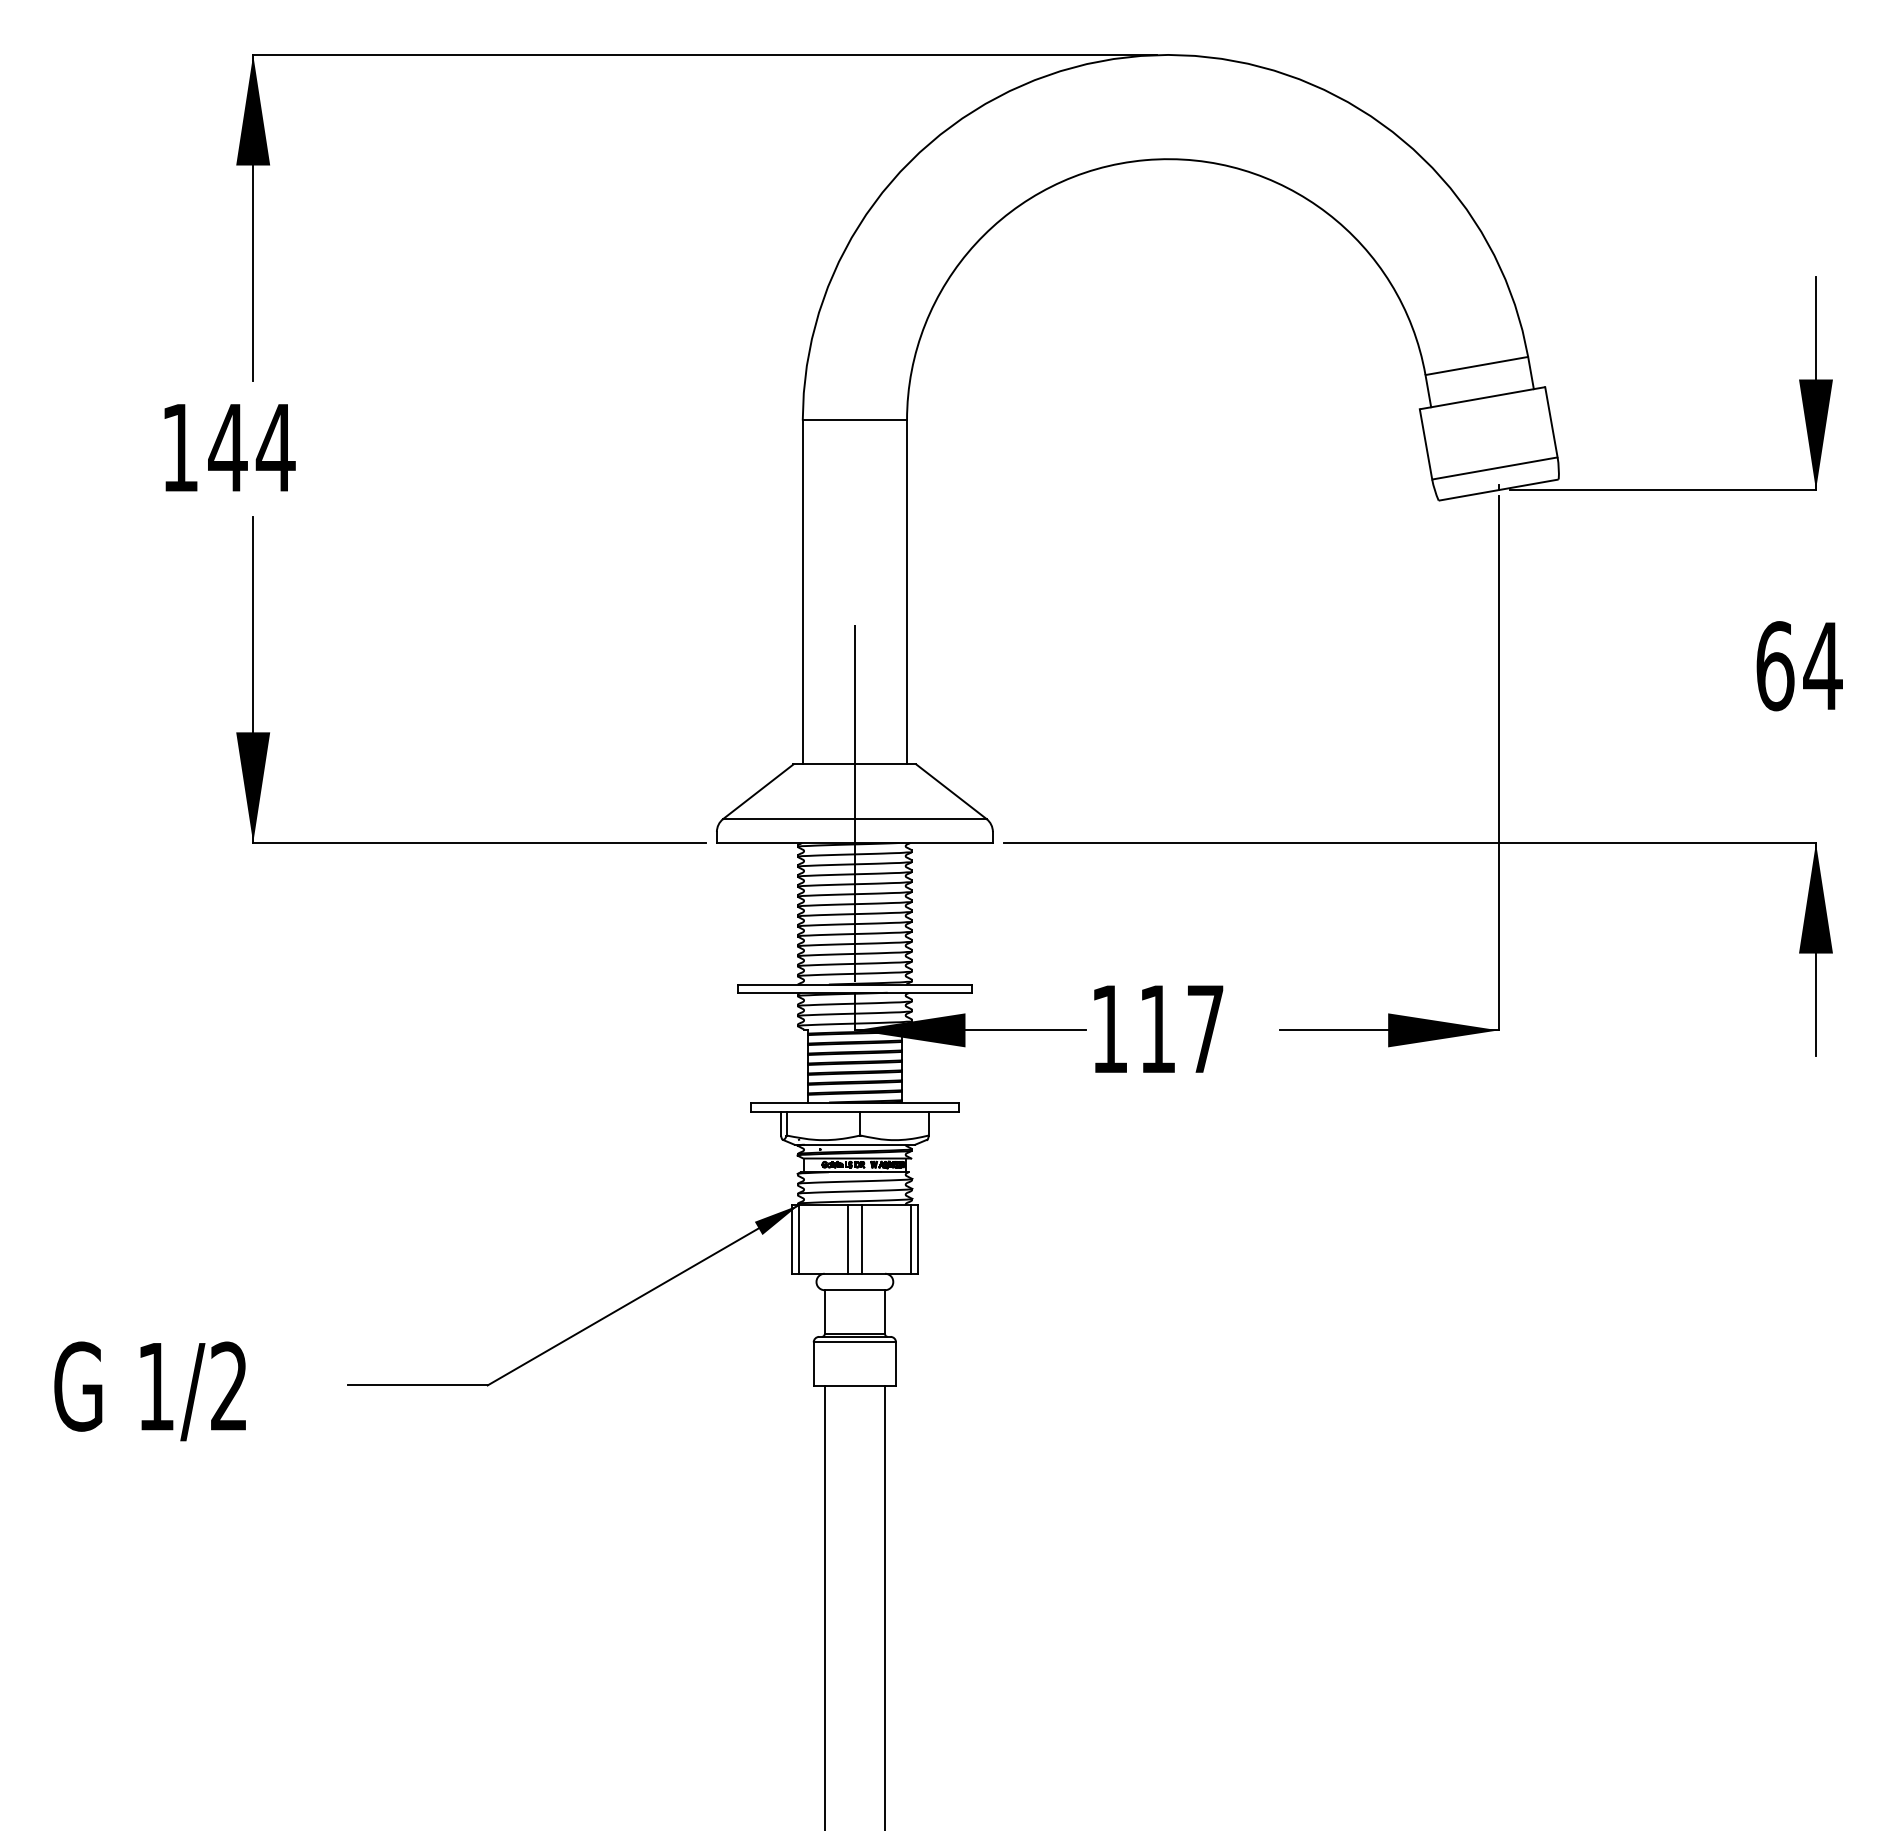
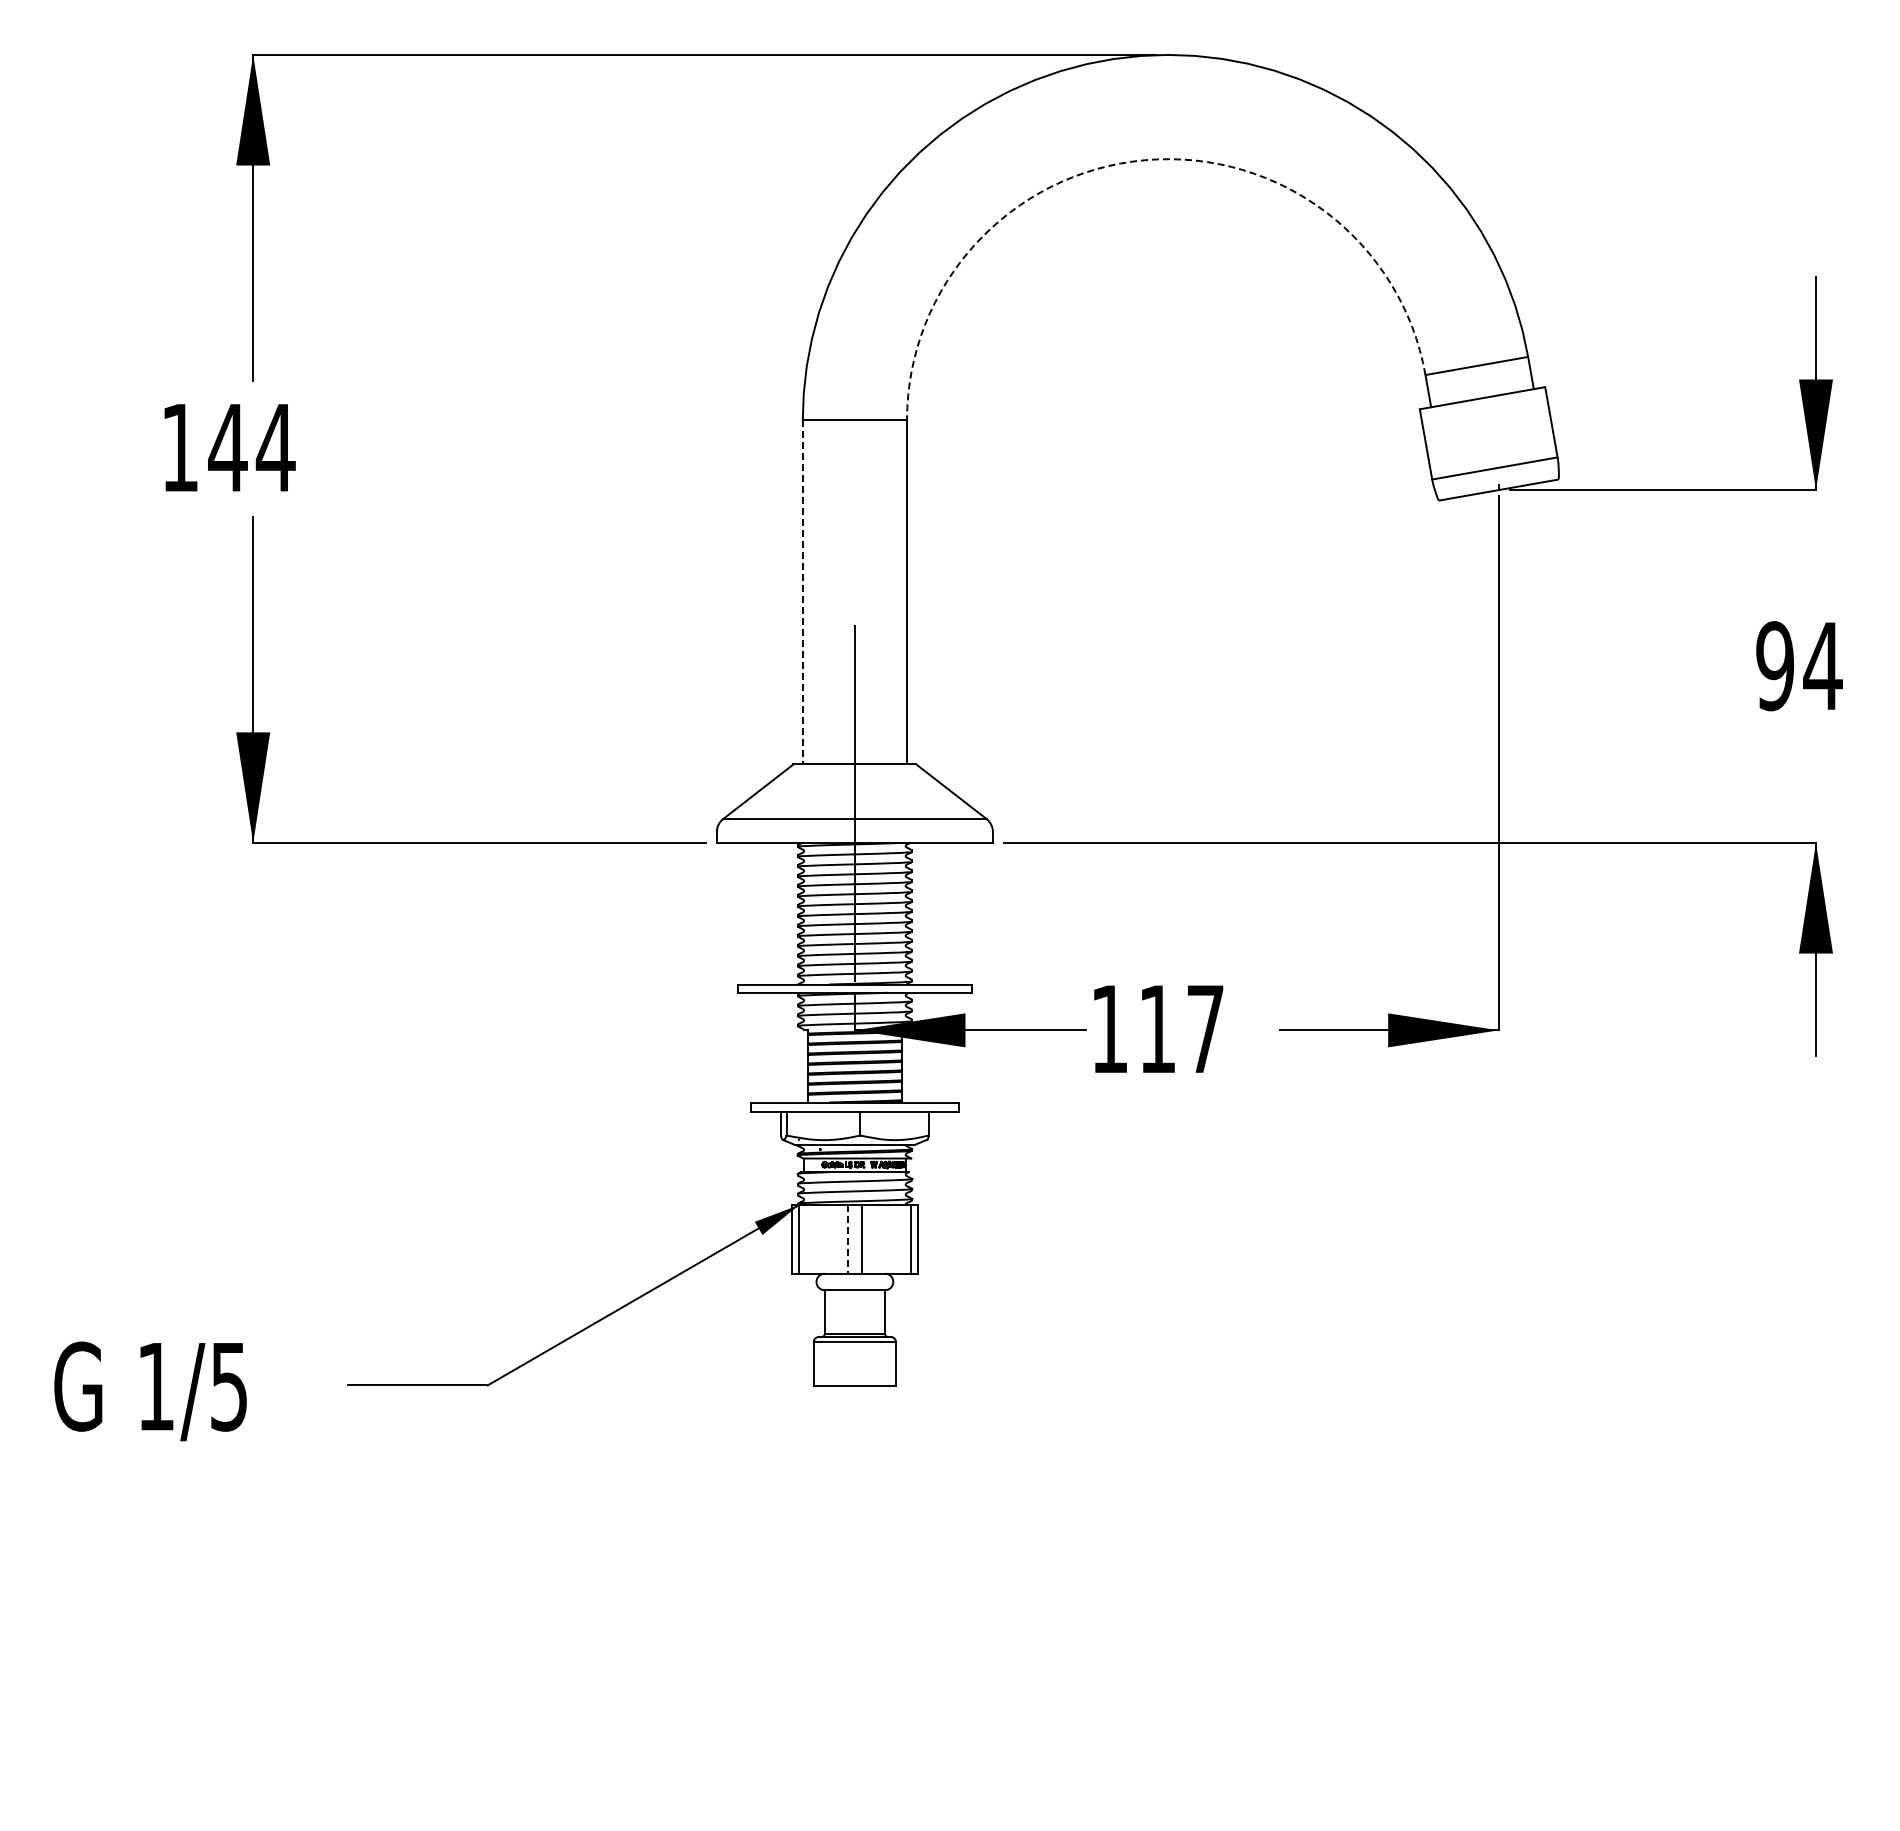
arc at (1145, 160): solid -> dashed
line at (802, 592): solid -> dashed
text at (1775, 666): 64 -> 94
line at (847, 1239): solid -> dashed
text at (228, 1386): 1/2 -> 1/5
line at (824, 1606): present -> none
line at (885, 1606): present -> none
